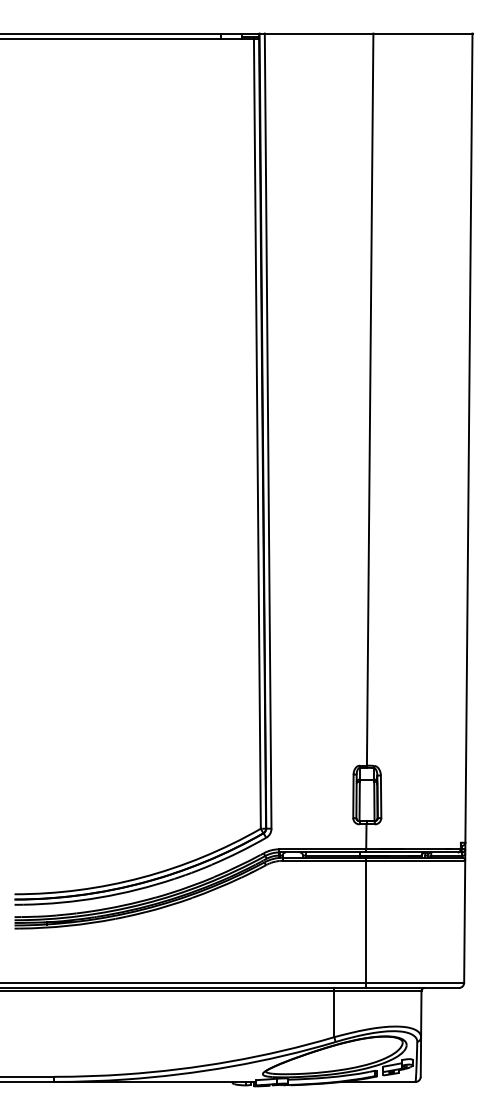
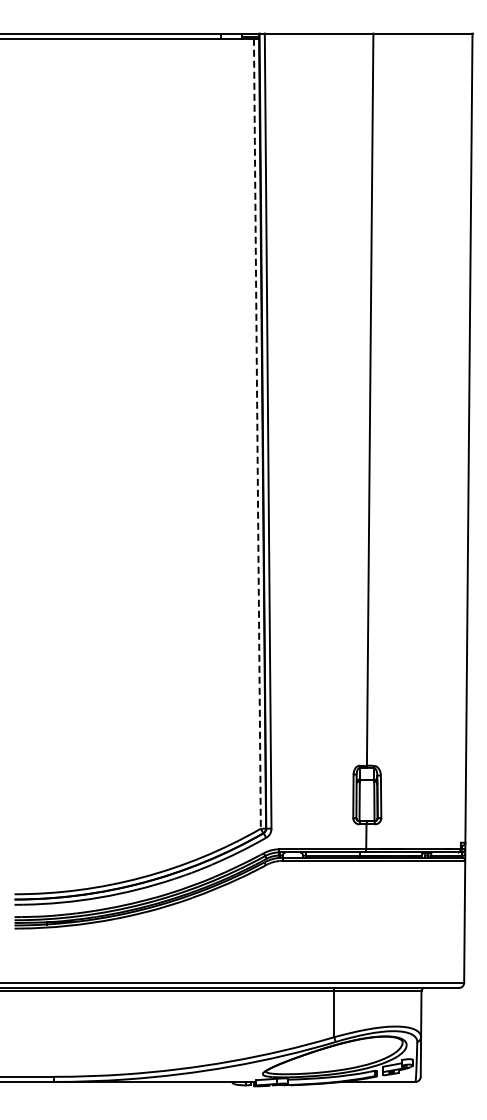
line at (257, 434): solid -> dashed
line at (365, 922): present -> none
